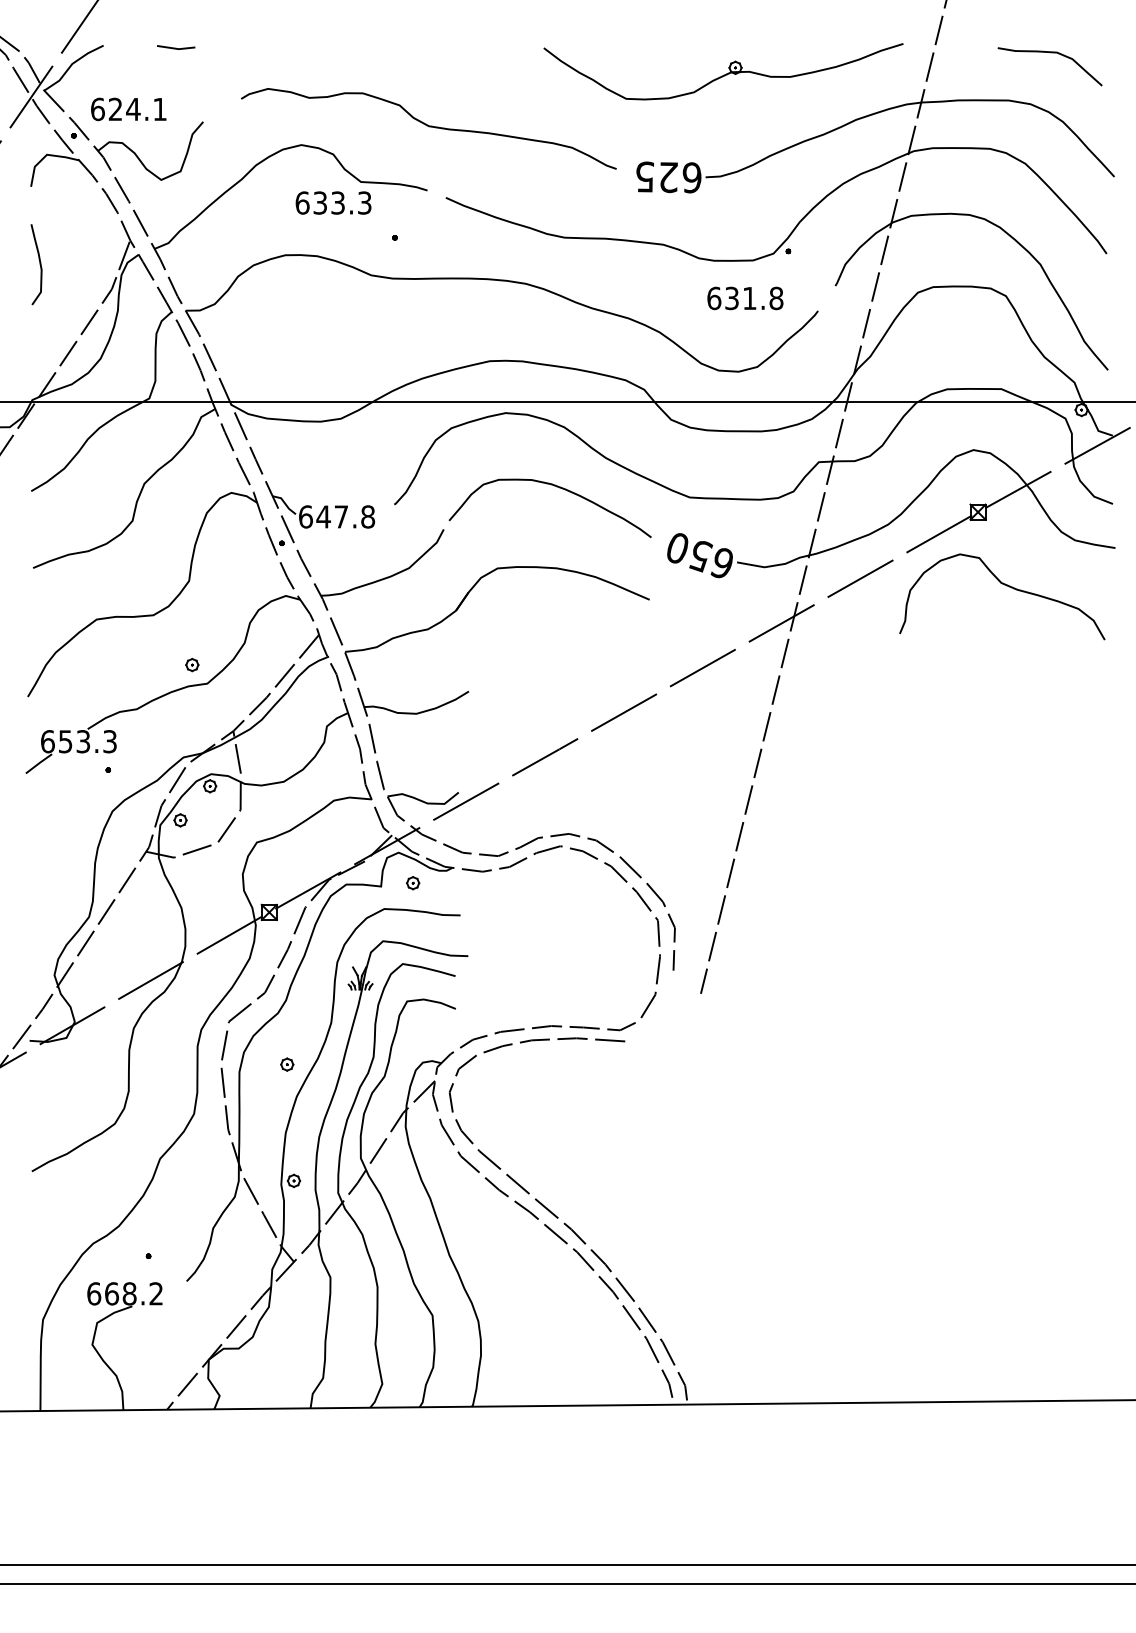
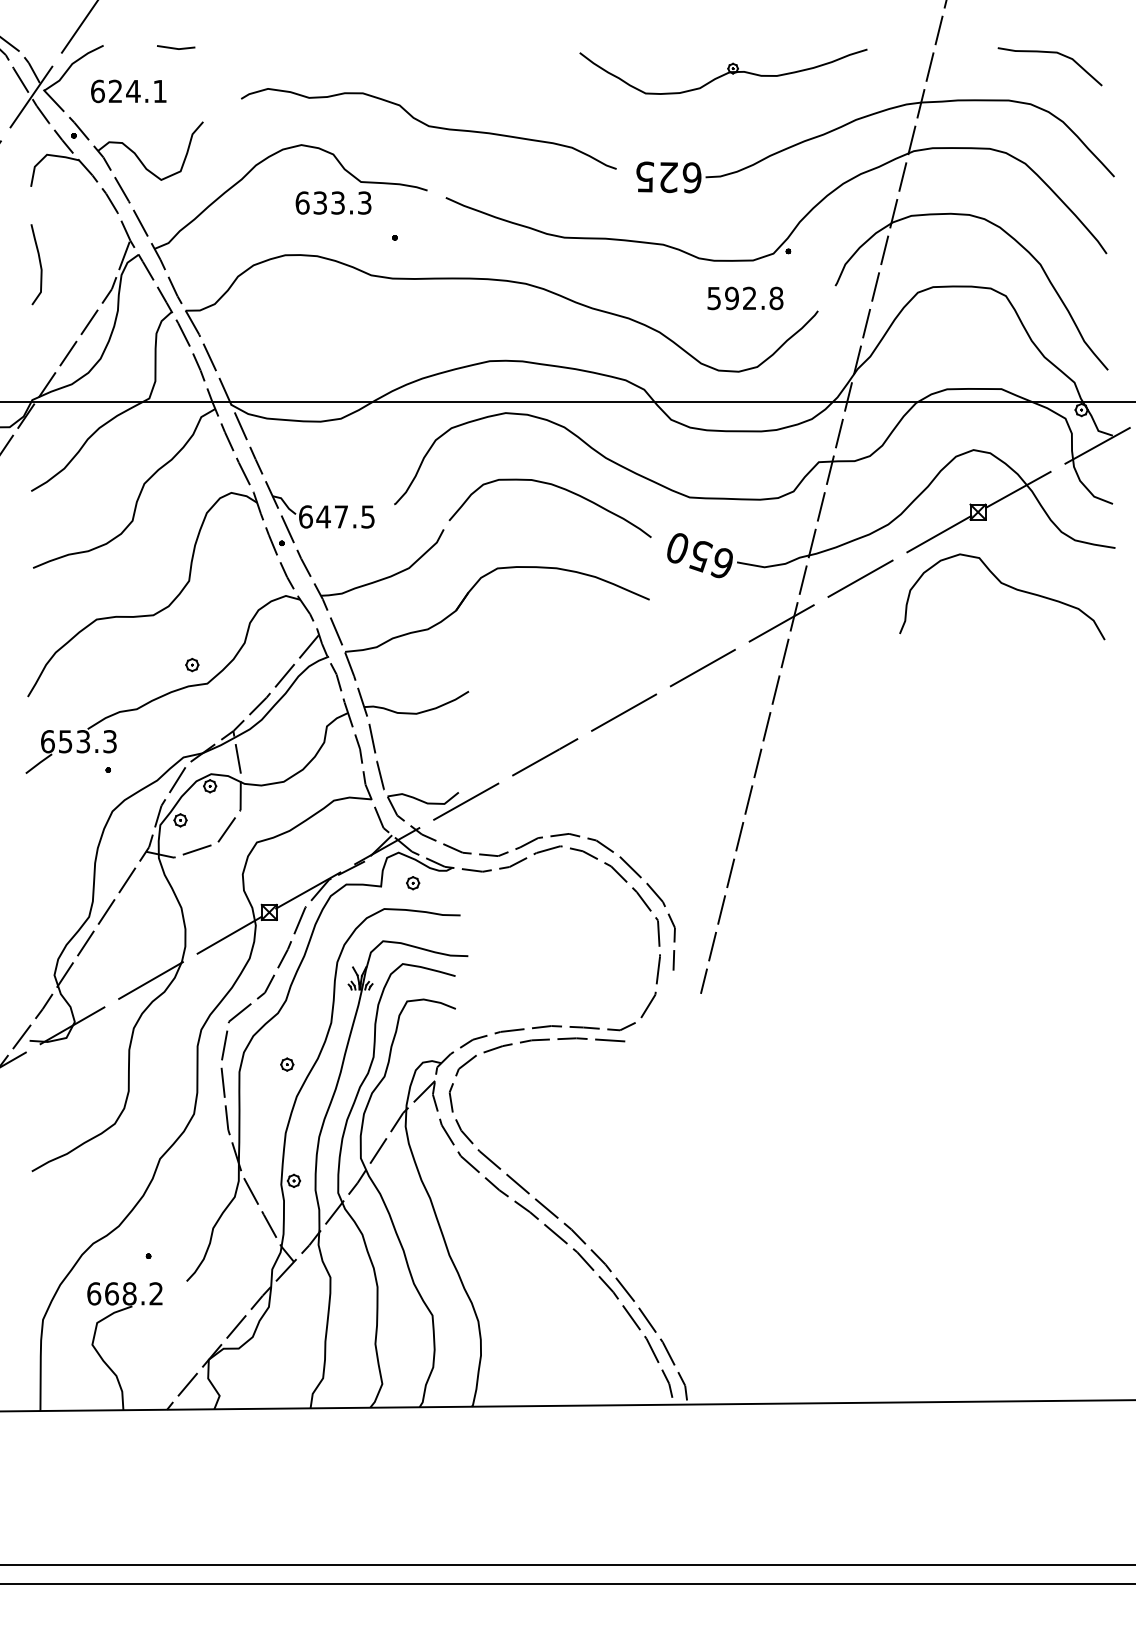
part at (723, 71) size: 361x58 px -> 289x47 px
text at (128, 109) position: (128, 109) -> (128, 91)
text at (731, 298): 631.8 -> 592.8
text at (368, 516): 647.8 -> 647.5
